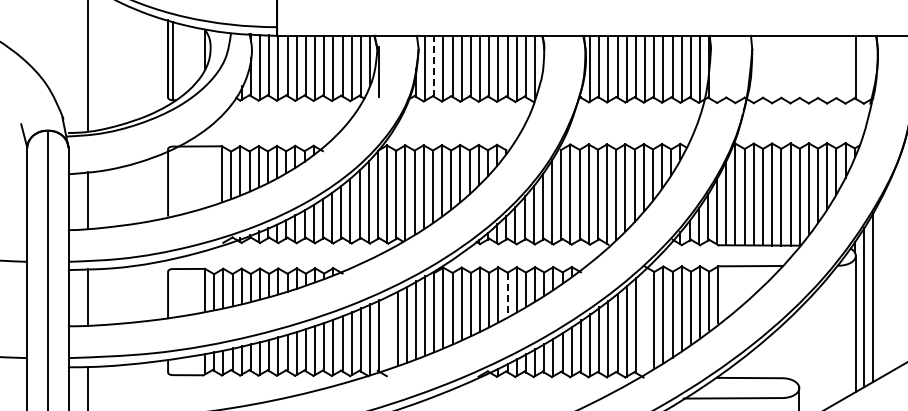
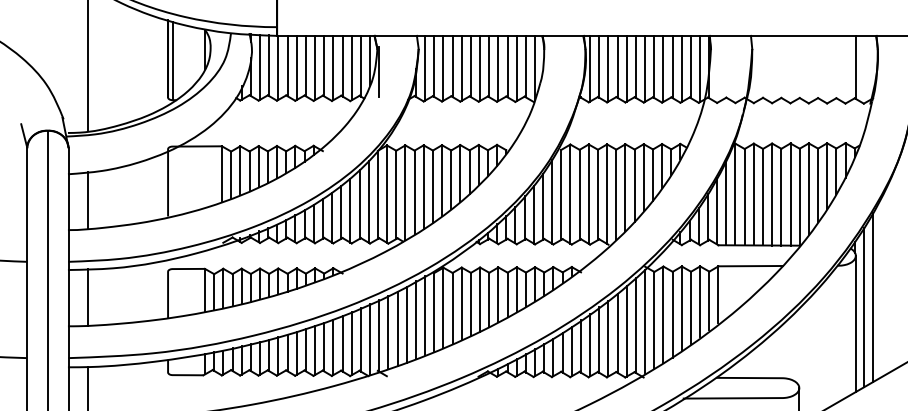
line at (434, 66): dashed -> solid
line at (507, 294): dashed -> solid
line at (645, 321): none -> present
line at (388, 332): none -> present
